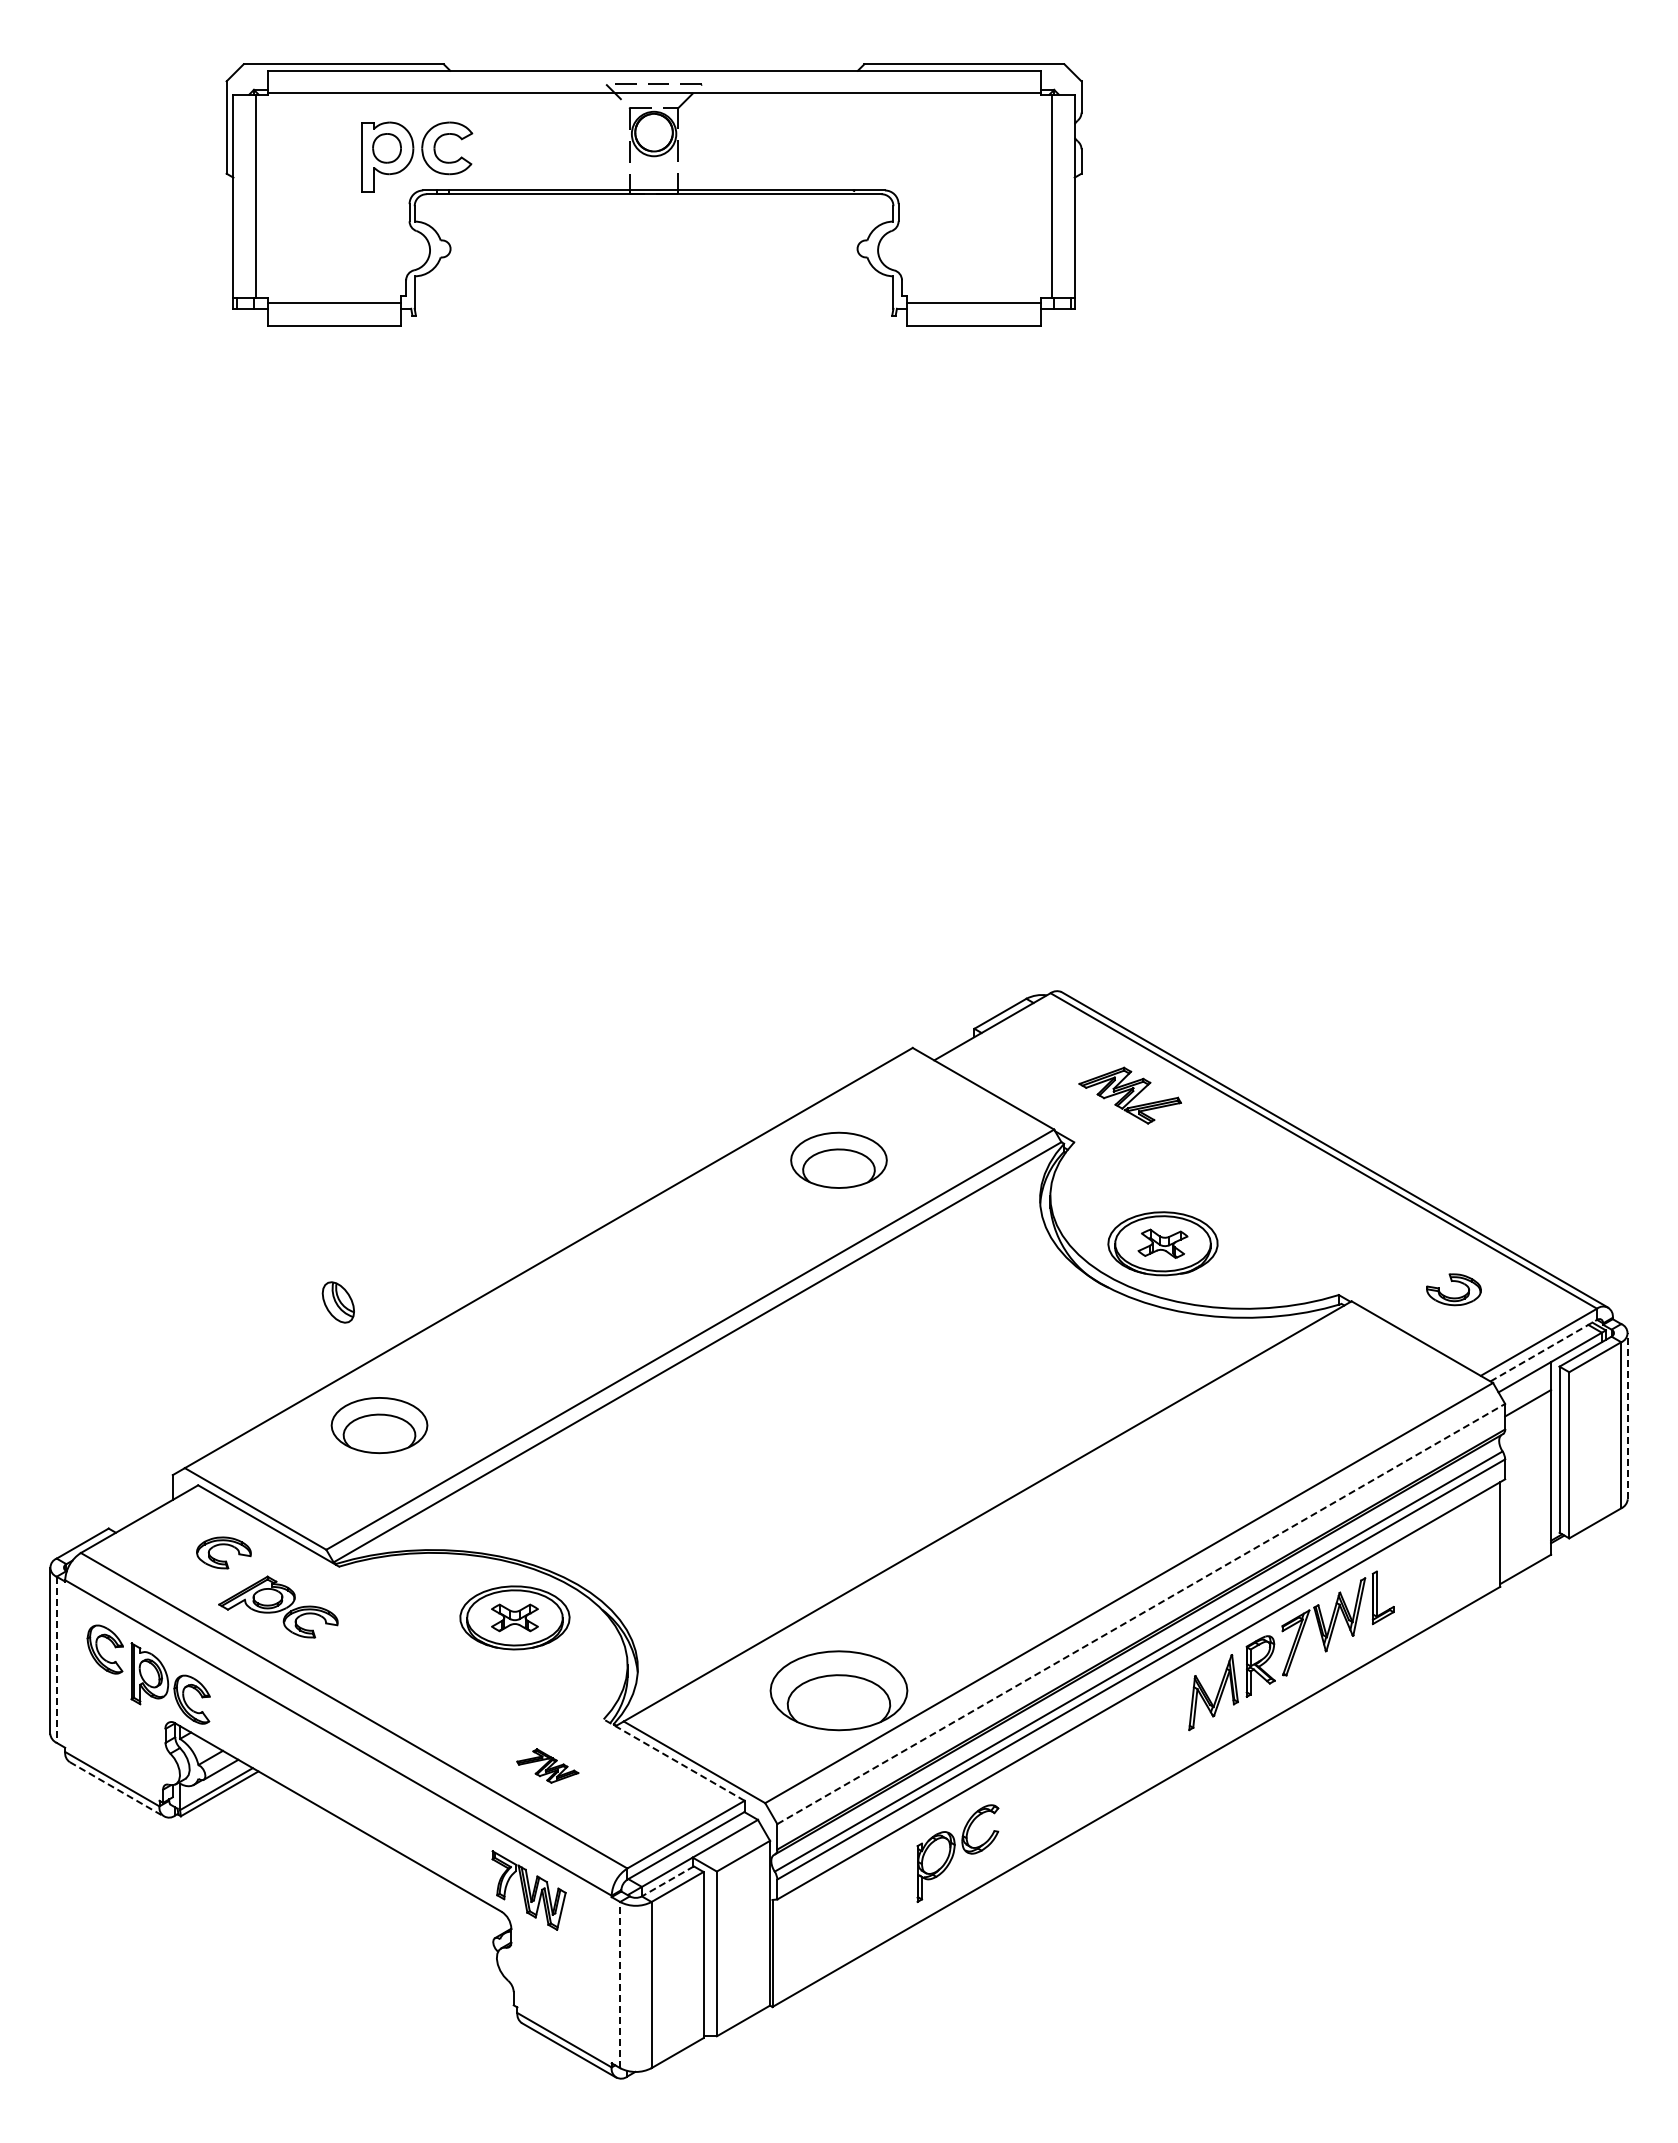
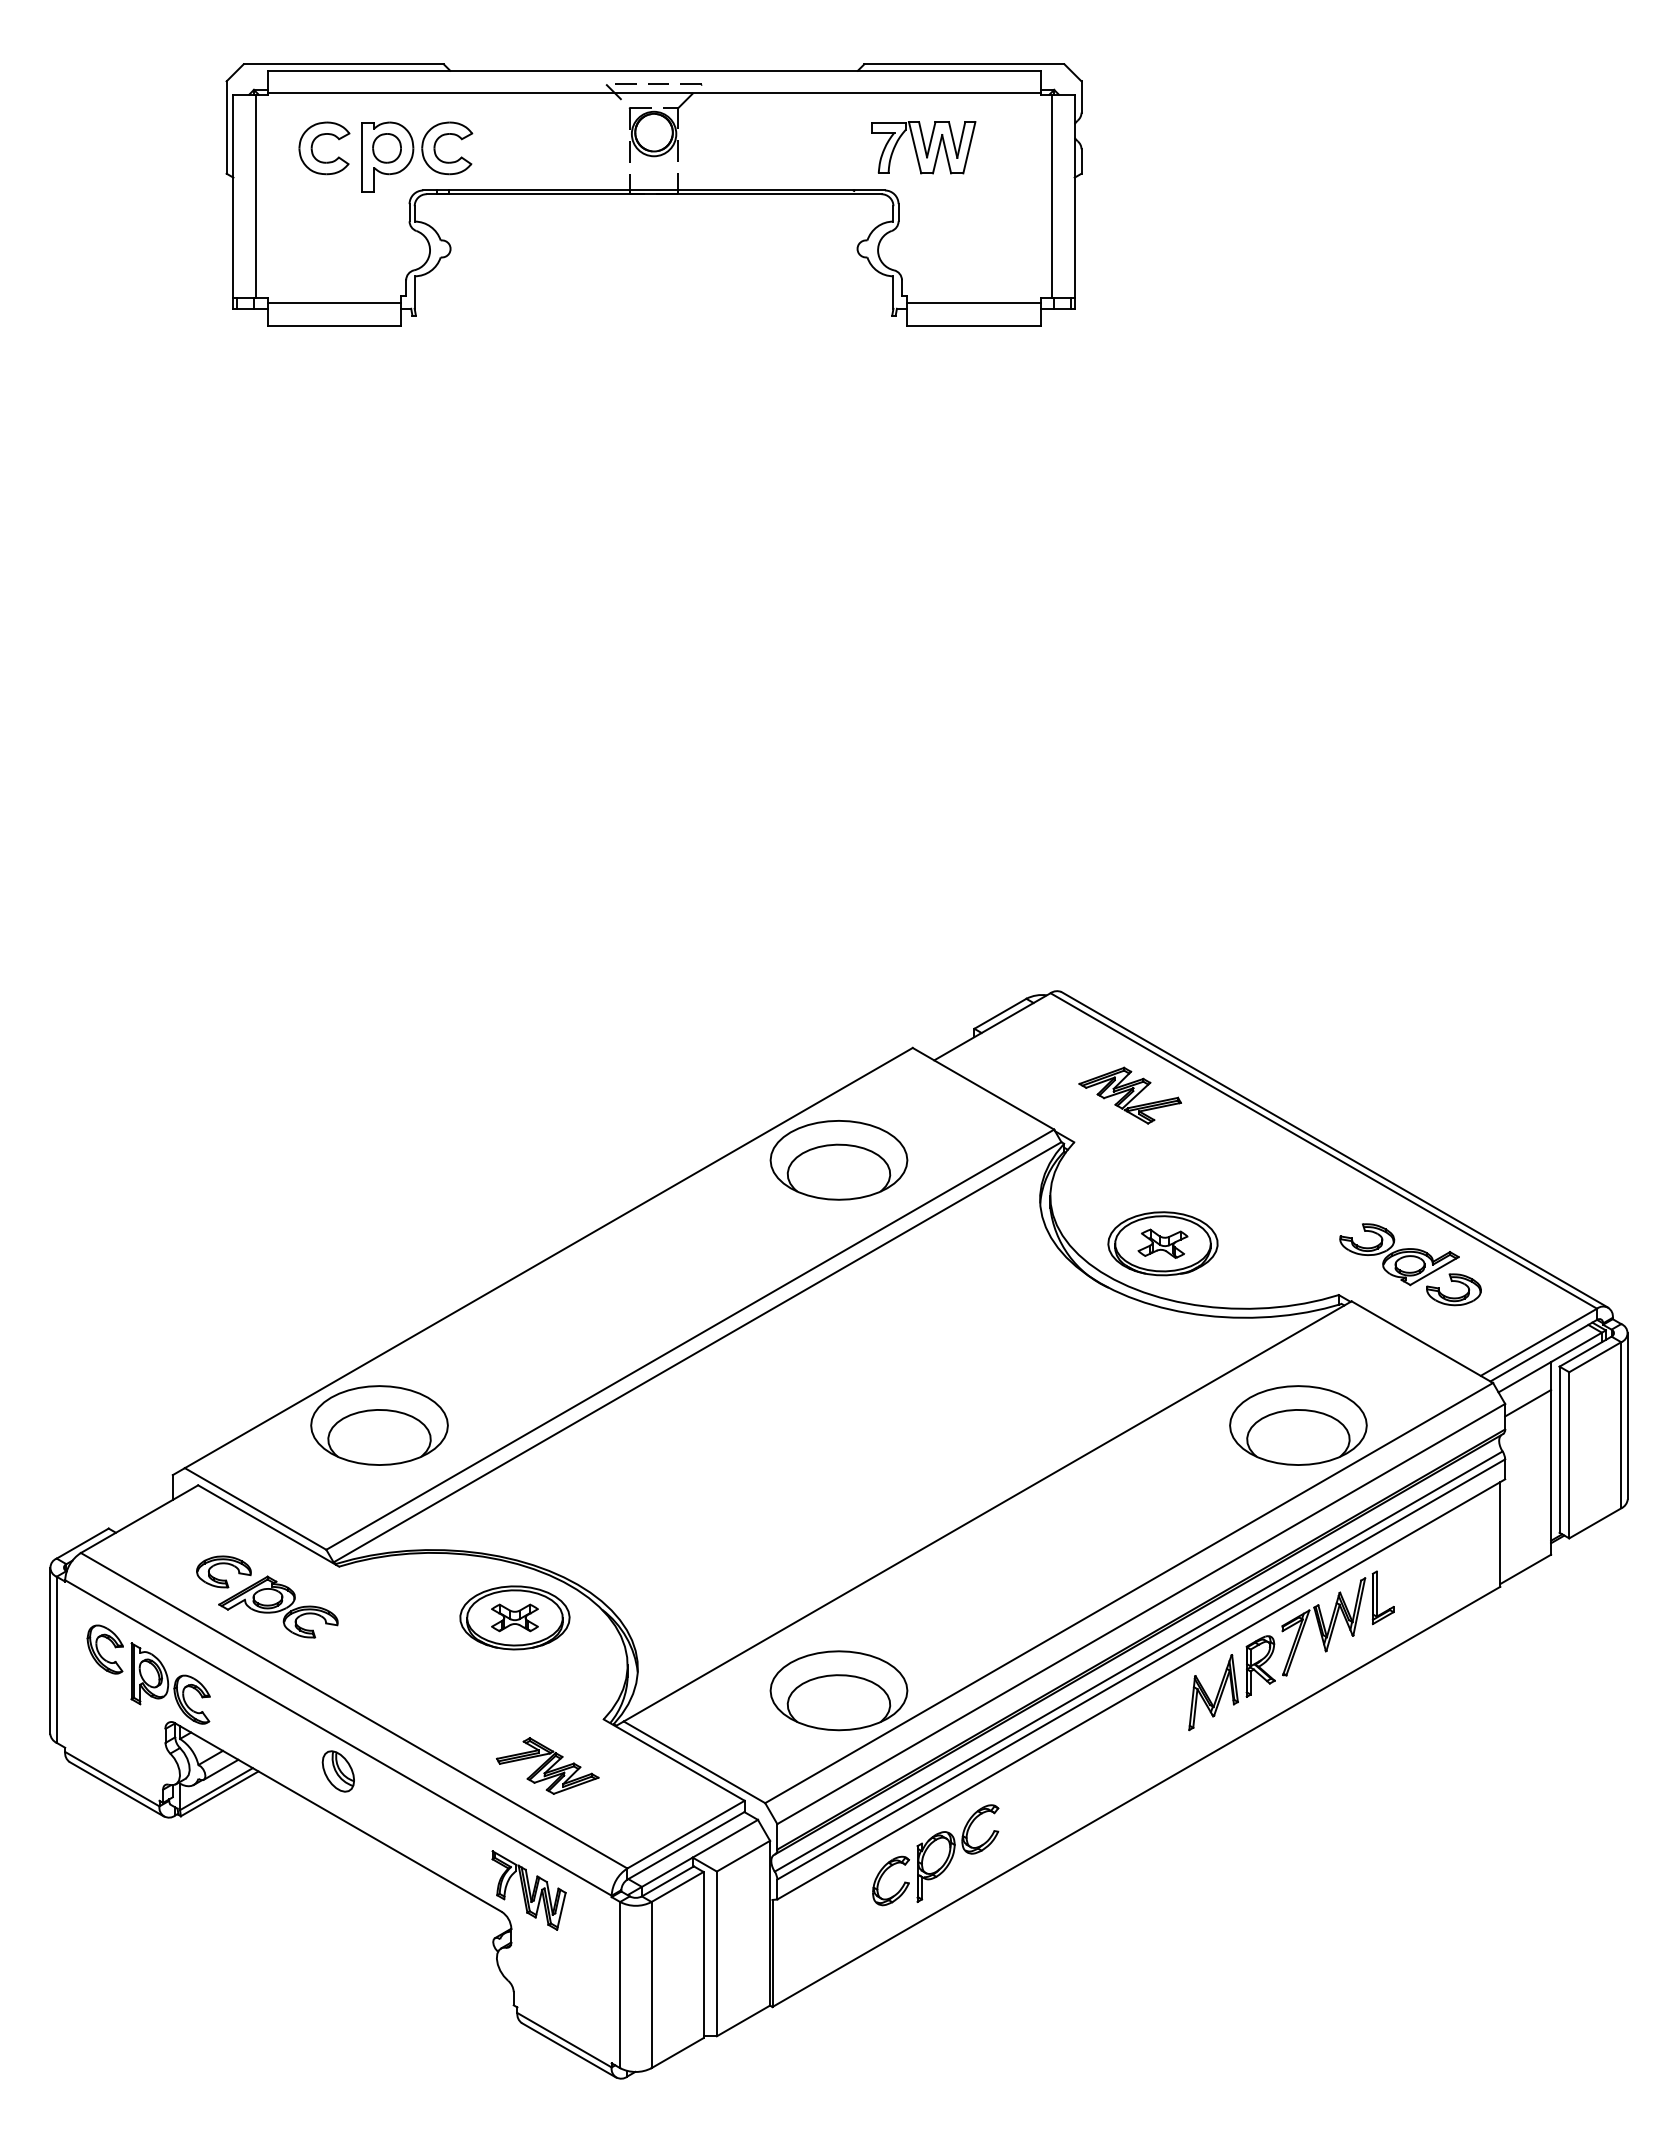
part at (313, 144): none -> present
part at (923, 147): none -> present
part at (838, 1159) size: 98x58 px -> 140x81 px
part at (1399, 1254): none -> present
part at (337, 1302) position: (337, 1302) -> (337, 1771)
line at (1543, 1350): dashed -> solid
line at (1627, 1415): dashed -> solid
part at (379, 1425) size: 99x58 px -> 139x81 px
part at (1298, 1425): none -> present
part at (223, 1545) position: (223, 1545) -> (223, 1564)
line at (1141, 1613): dashed -> solid
line at (56, 1660): dashed -> solid
line at (673, 1759): dashed -> solid
part at (547, 1765) size: 64x36 px -> 104x58 px
line at (117, 1789): dashed -> solid
part at (882, 1876): none -> present
line at (667, 1881): dashed -> solid
line at (620, 1984): dashed -> solid
